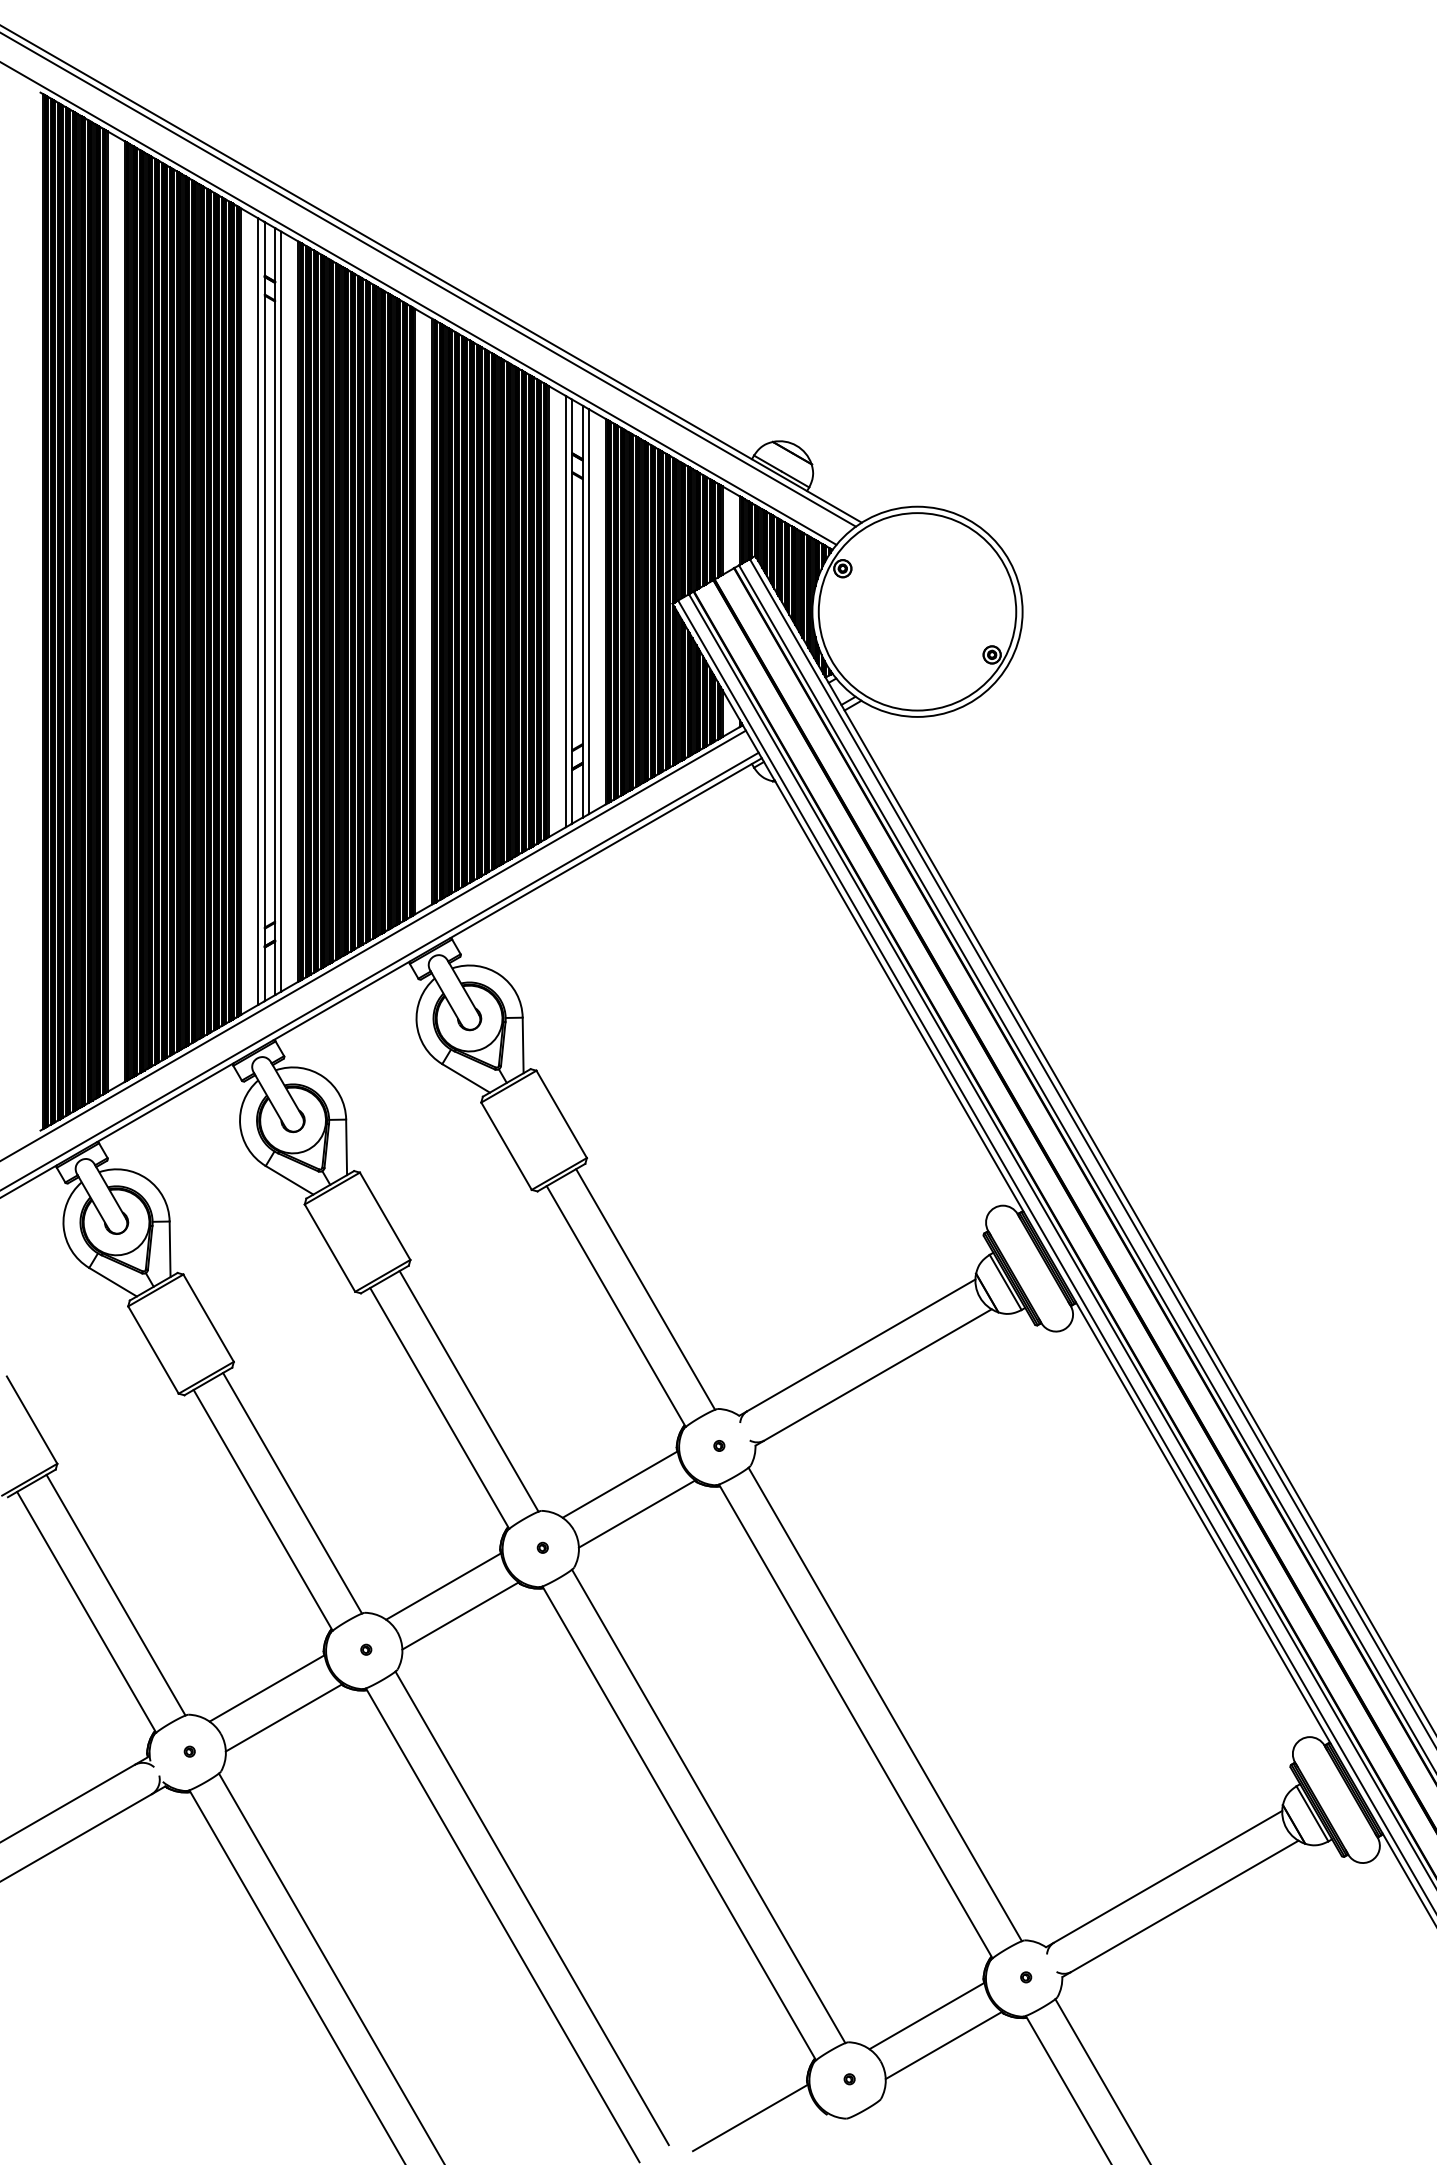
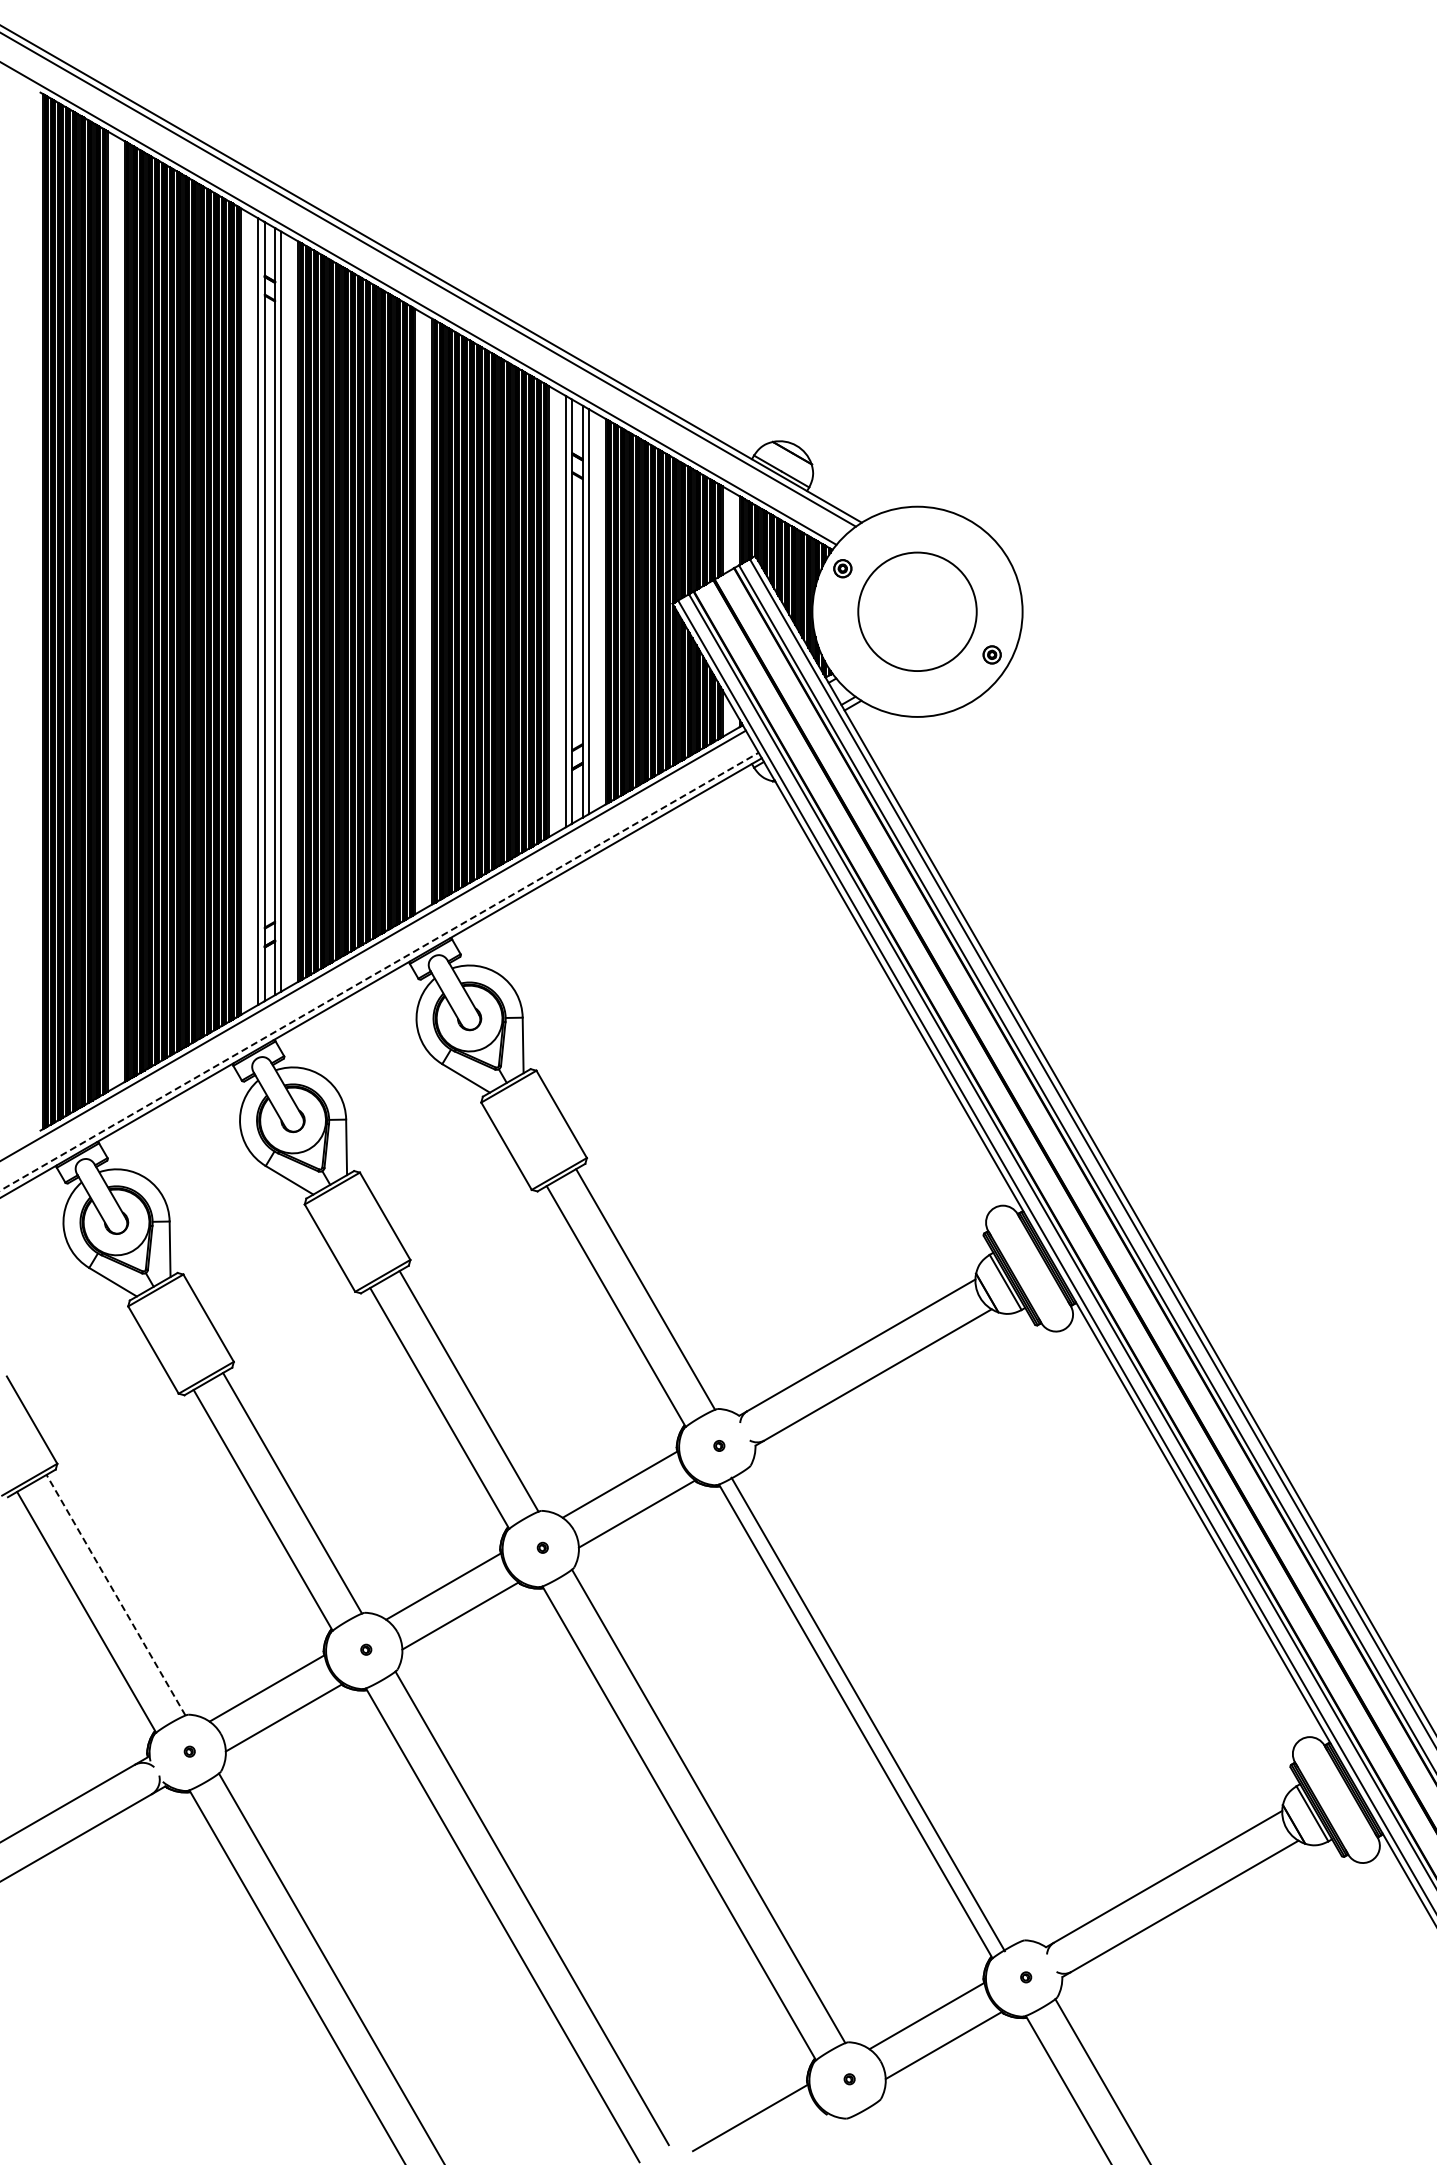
circle at (917, 611) diameter: 197 px -> 118 px
line at (379, 971): solid -> dashed
line at (116, 1595): solid -> dashed
line at (884, 1704) position: (884, 1704) -> (867, 1714)
